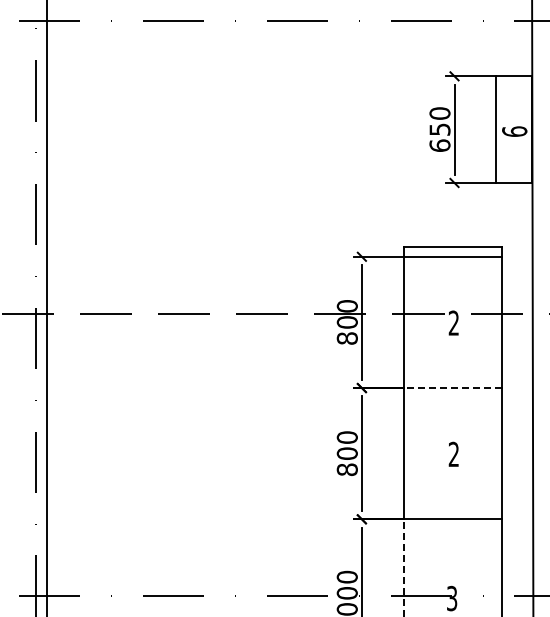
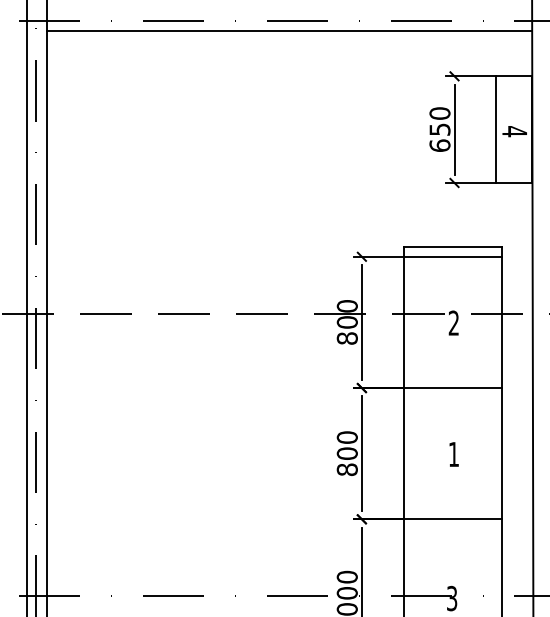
line at (289, 31): none -> present
text at (514, 131): 9 -> 4
line at (27, 307): none -> present
line at (452, 388): dashed -> solid
text at (453, 453): 2 -> 1
line at (403, 568): dashed -> solid
